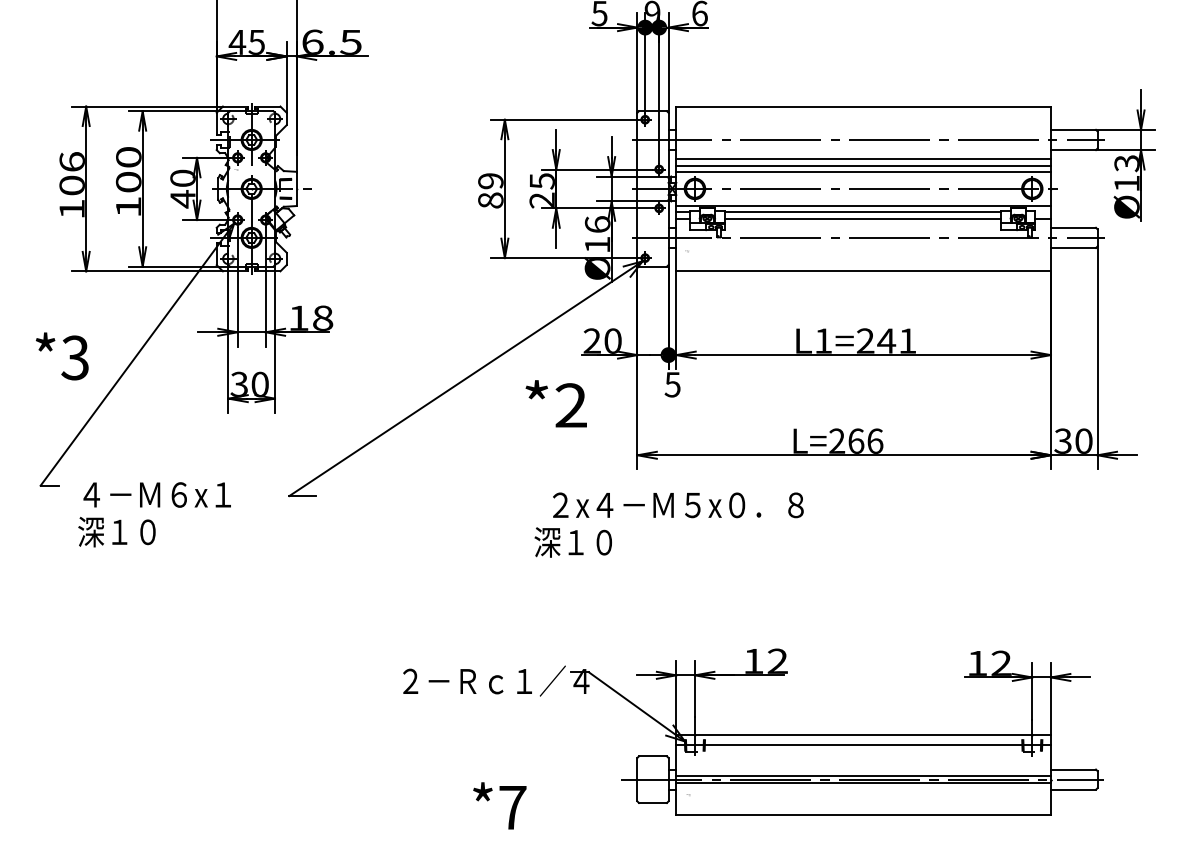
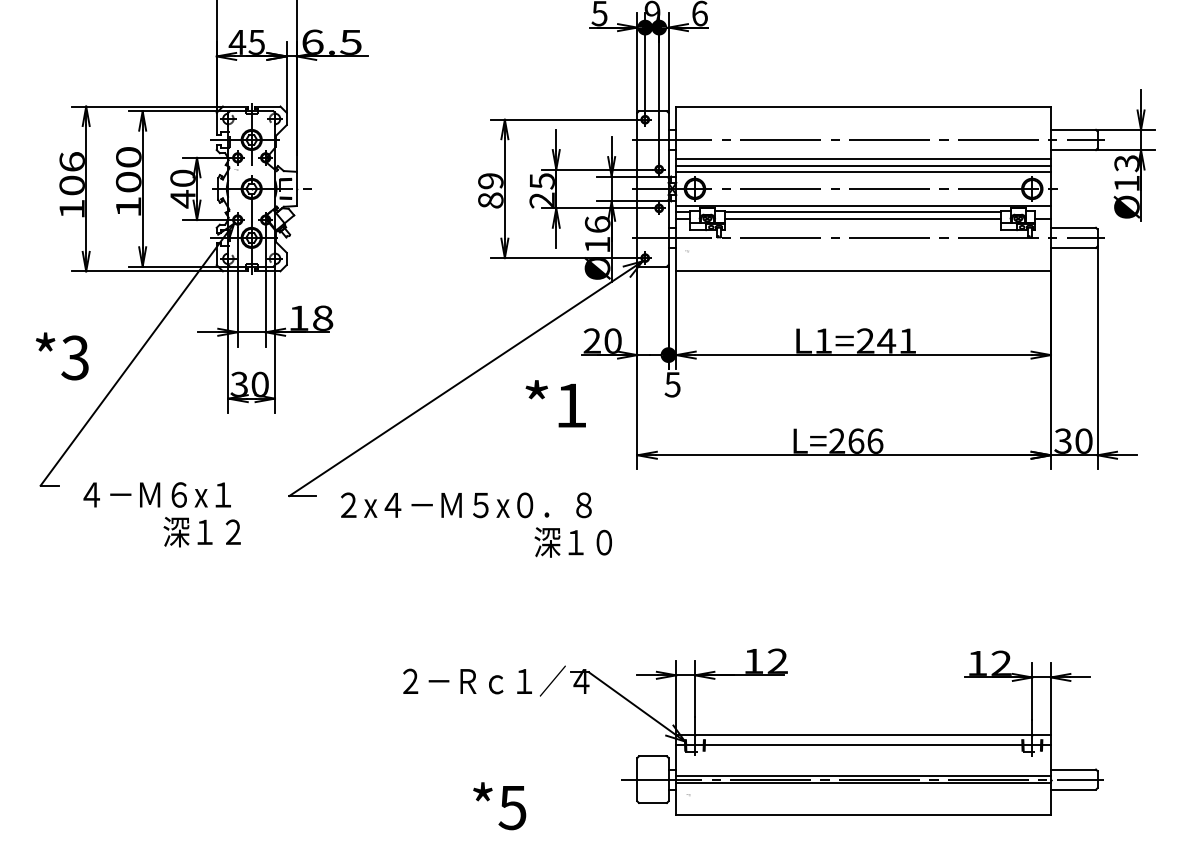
text at (570, 405): *2 -> *1
text at (678, 505) position: (678, 505) -> (466, 505)
text at (159, 531): 深１０ -> 深１２
text at (512, 808): *7 -> *5
